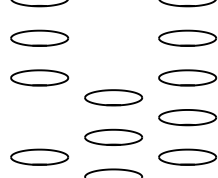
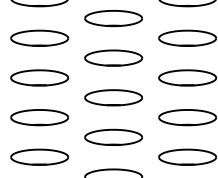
part at (113, 18): none -> present
part at (113, 57): none -> present
part at (39, 117): none -> present
